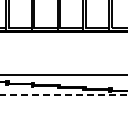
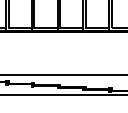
line at (63, 94): dashed -> solid
